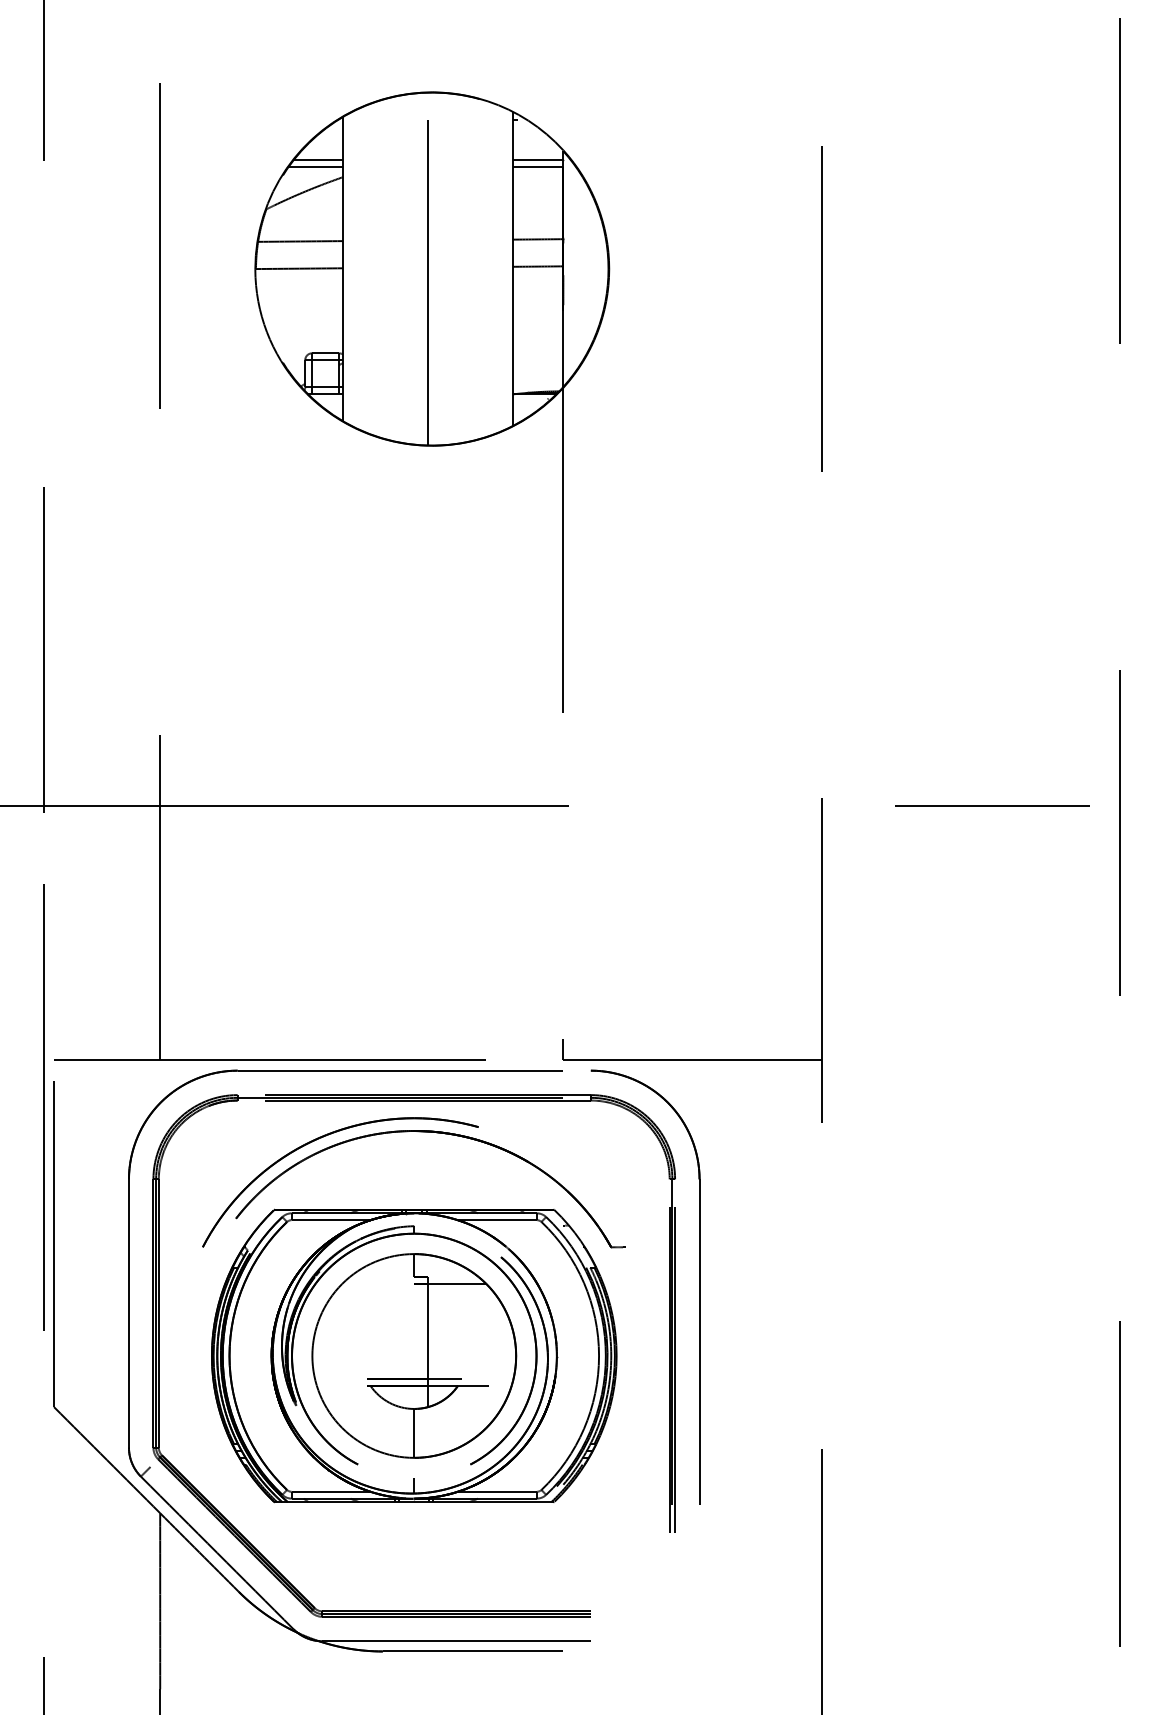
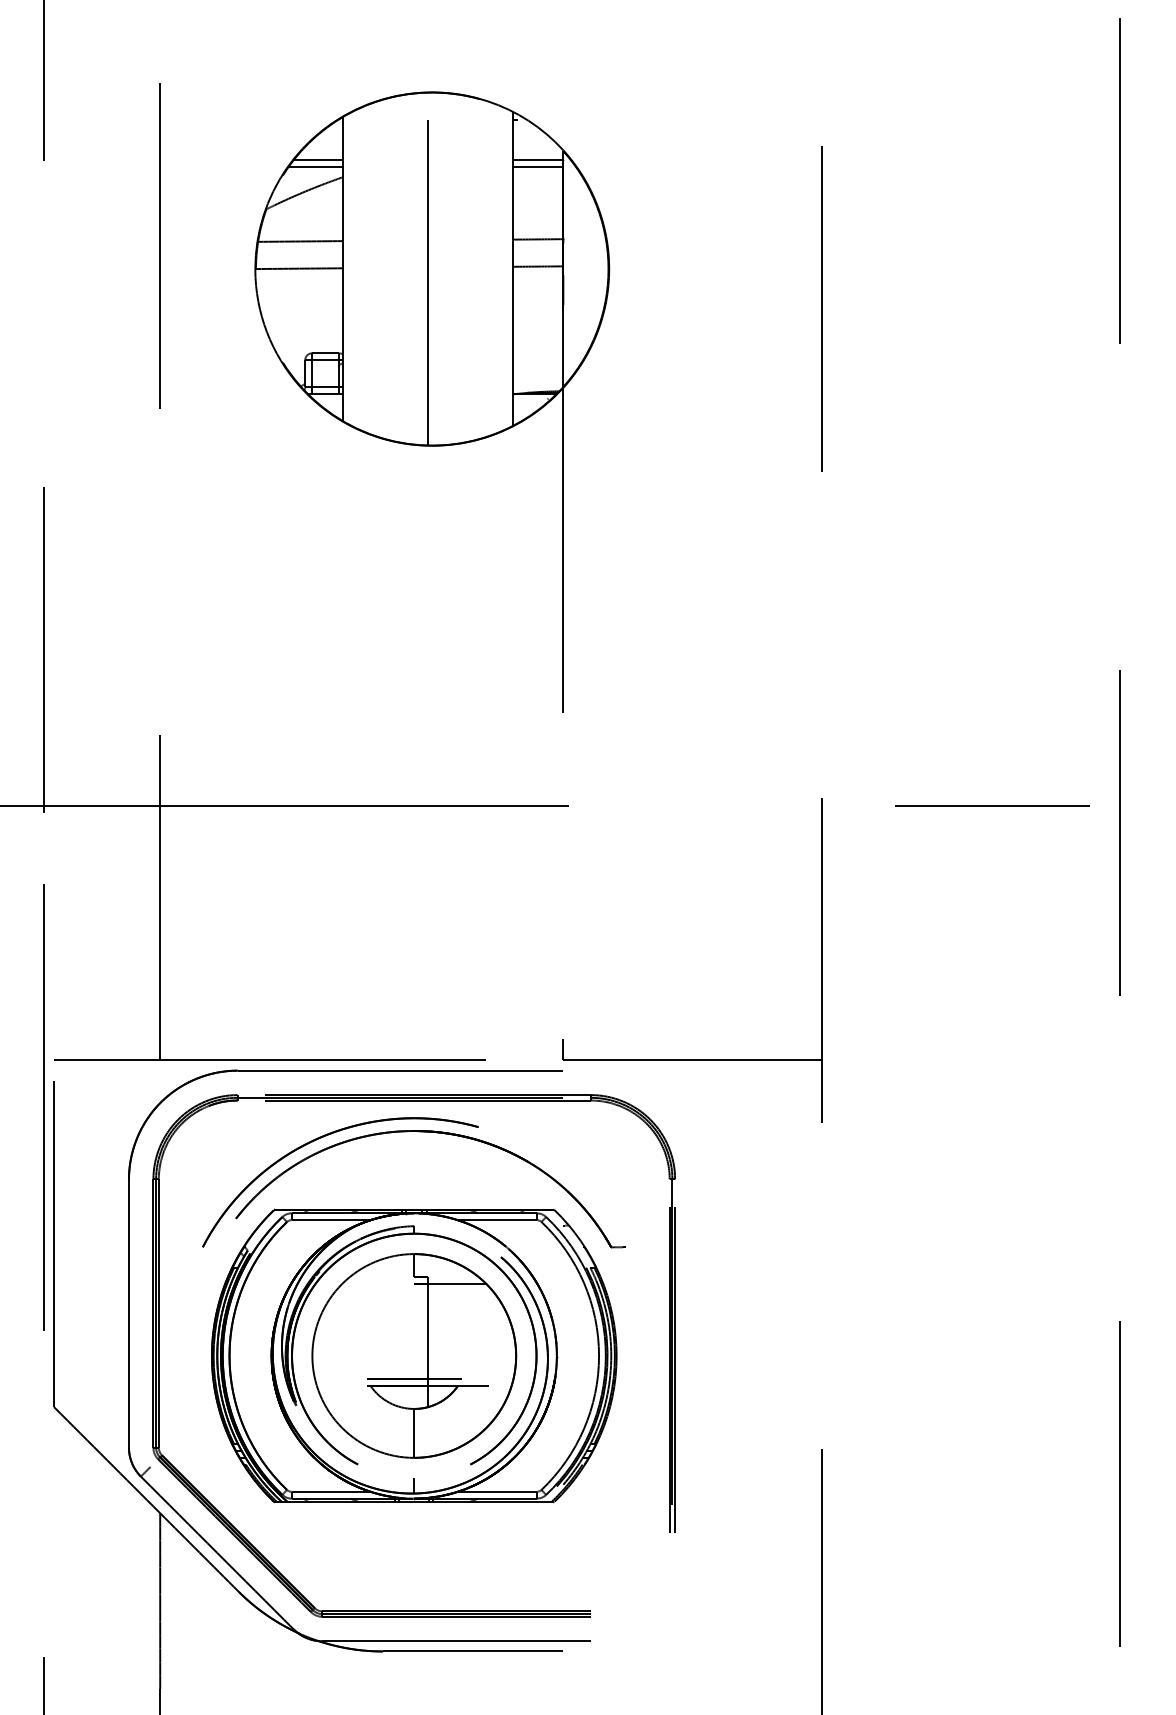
part at (699, 1286): present -> none
